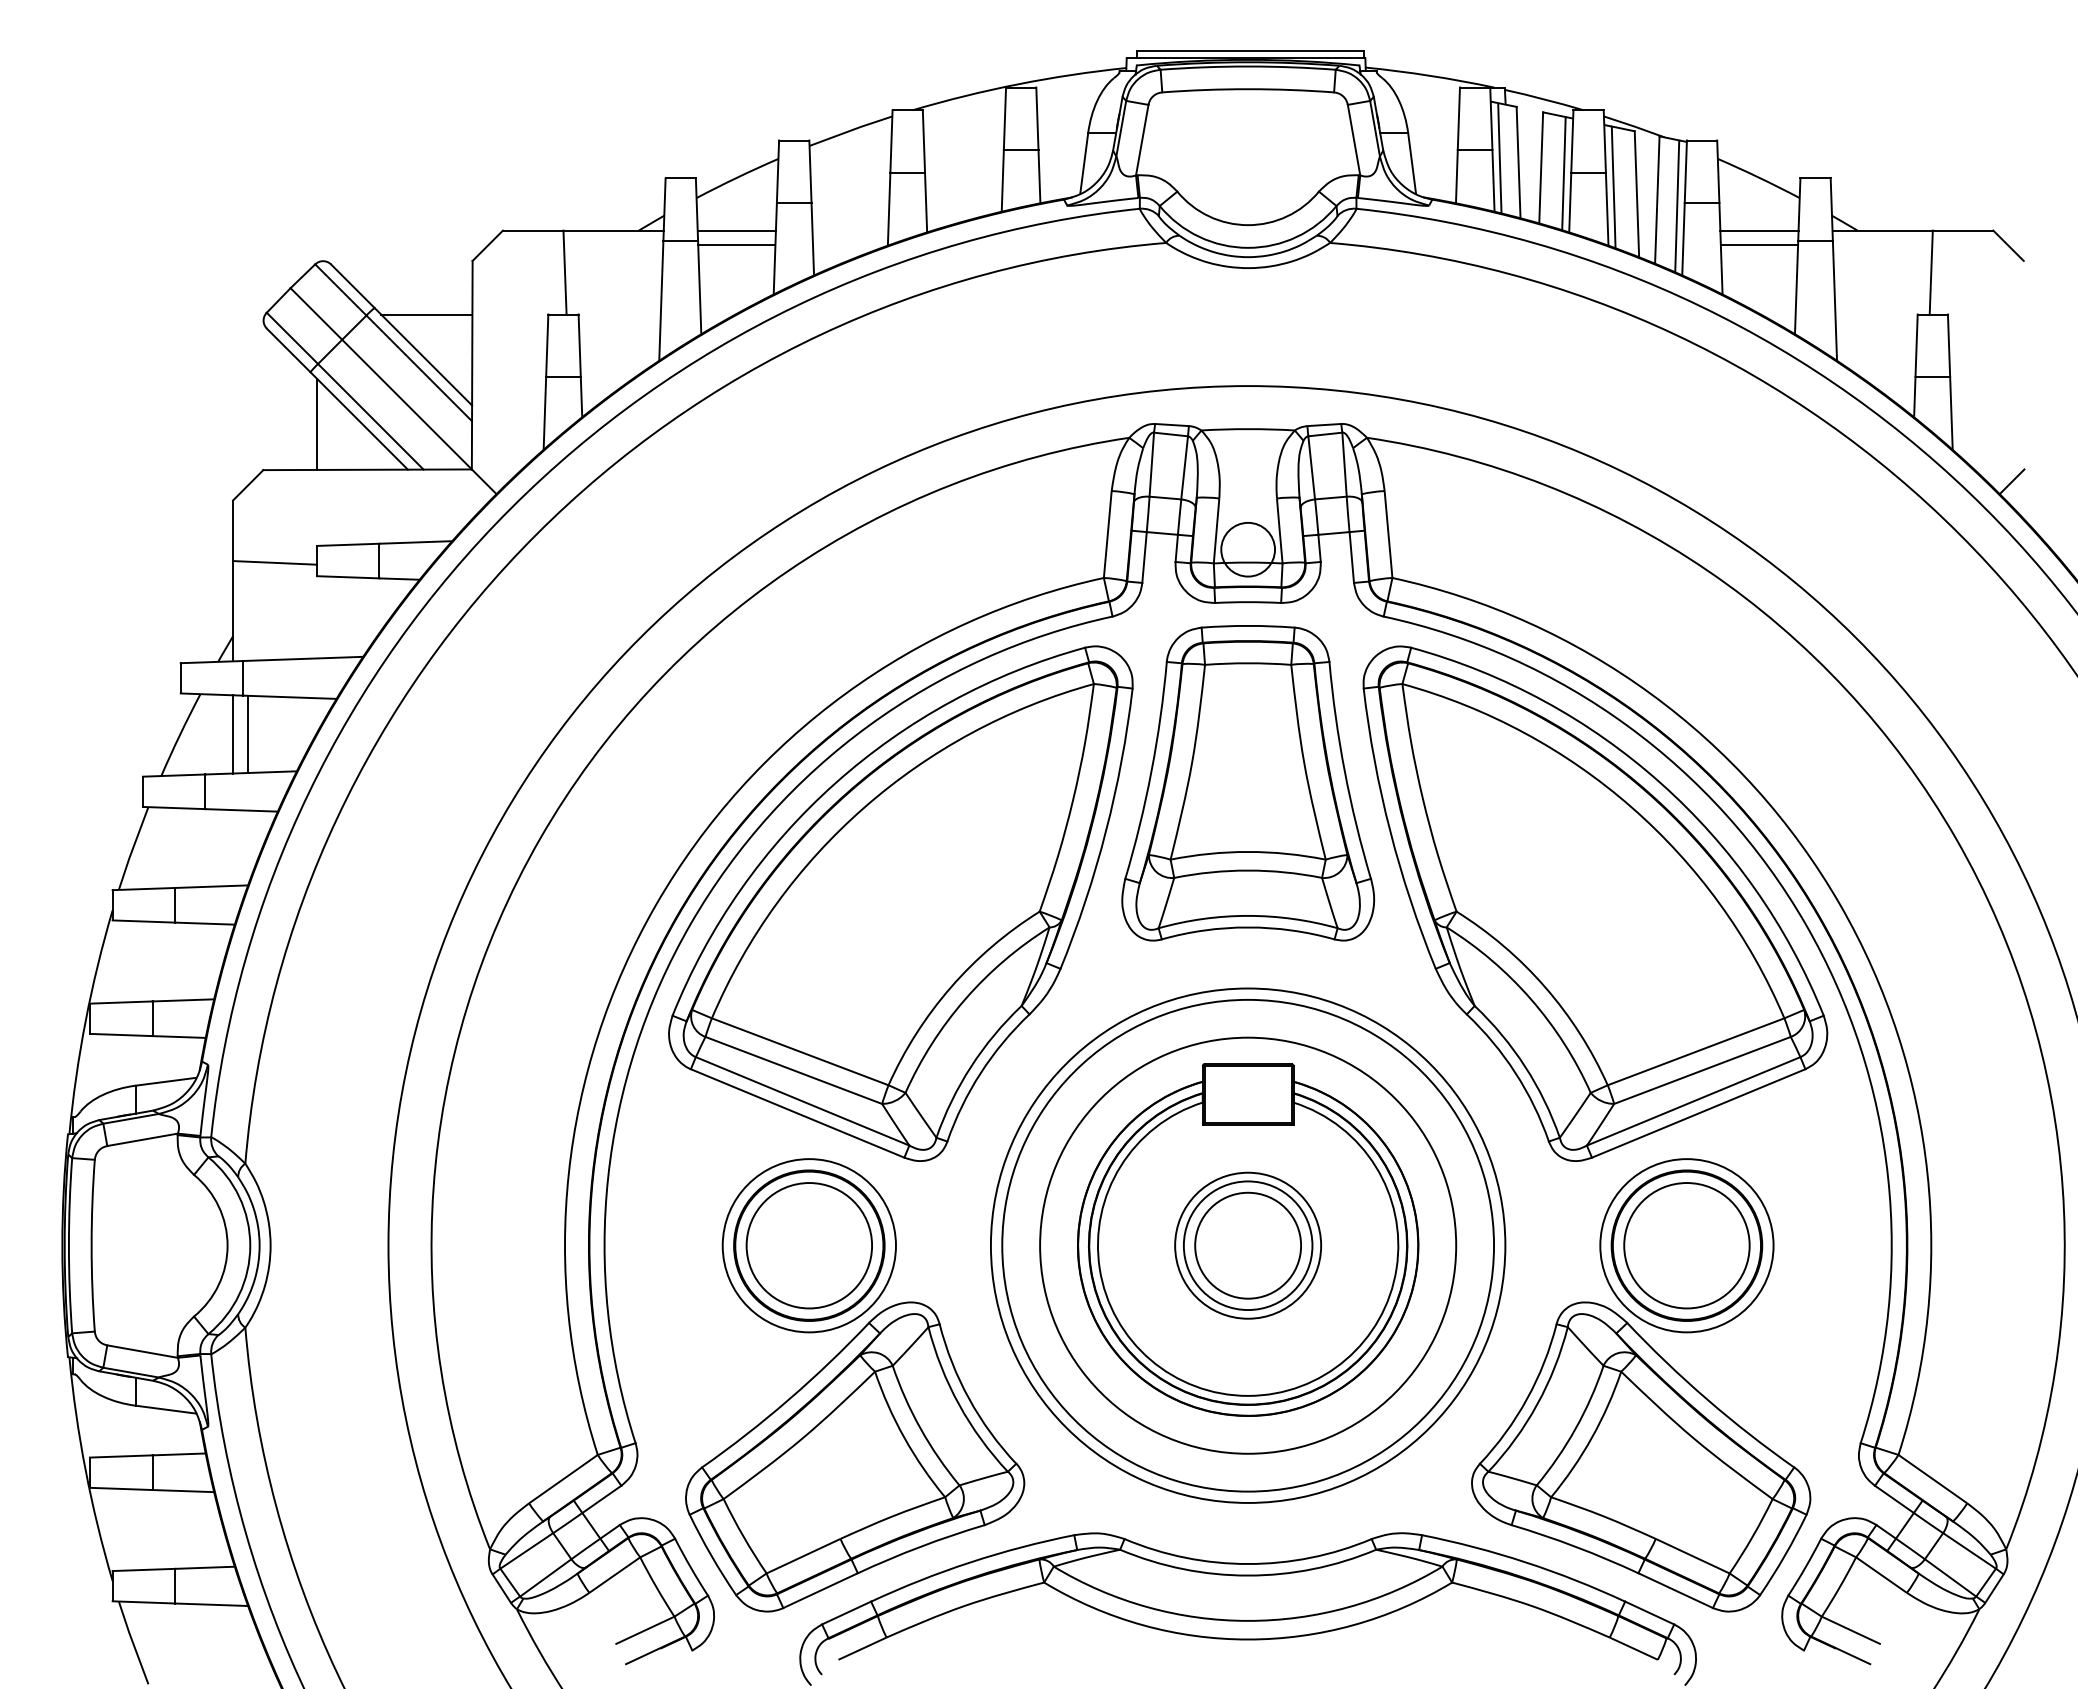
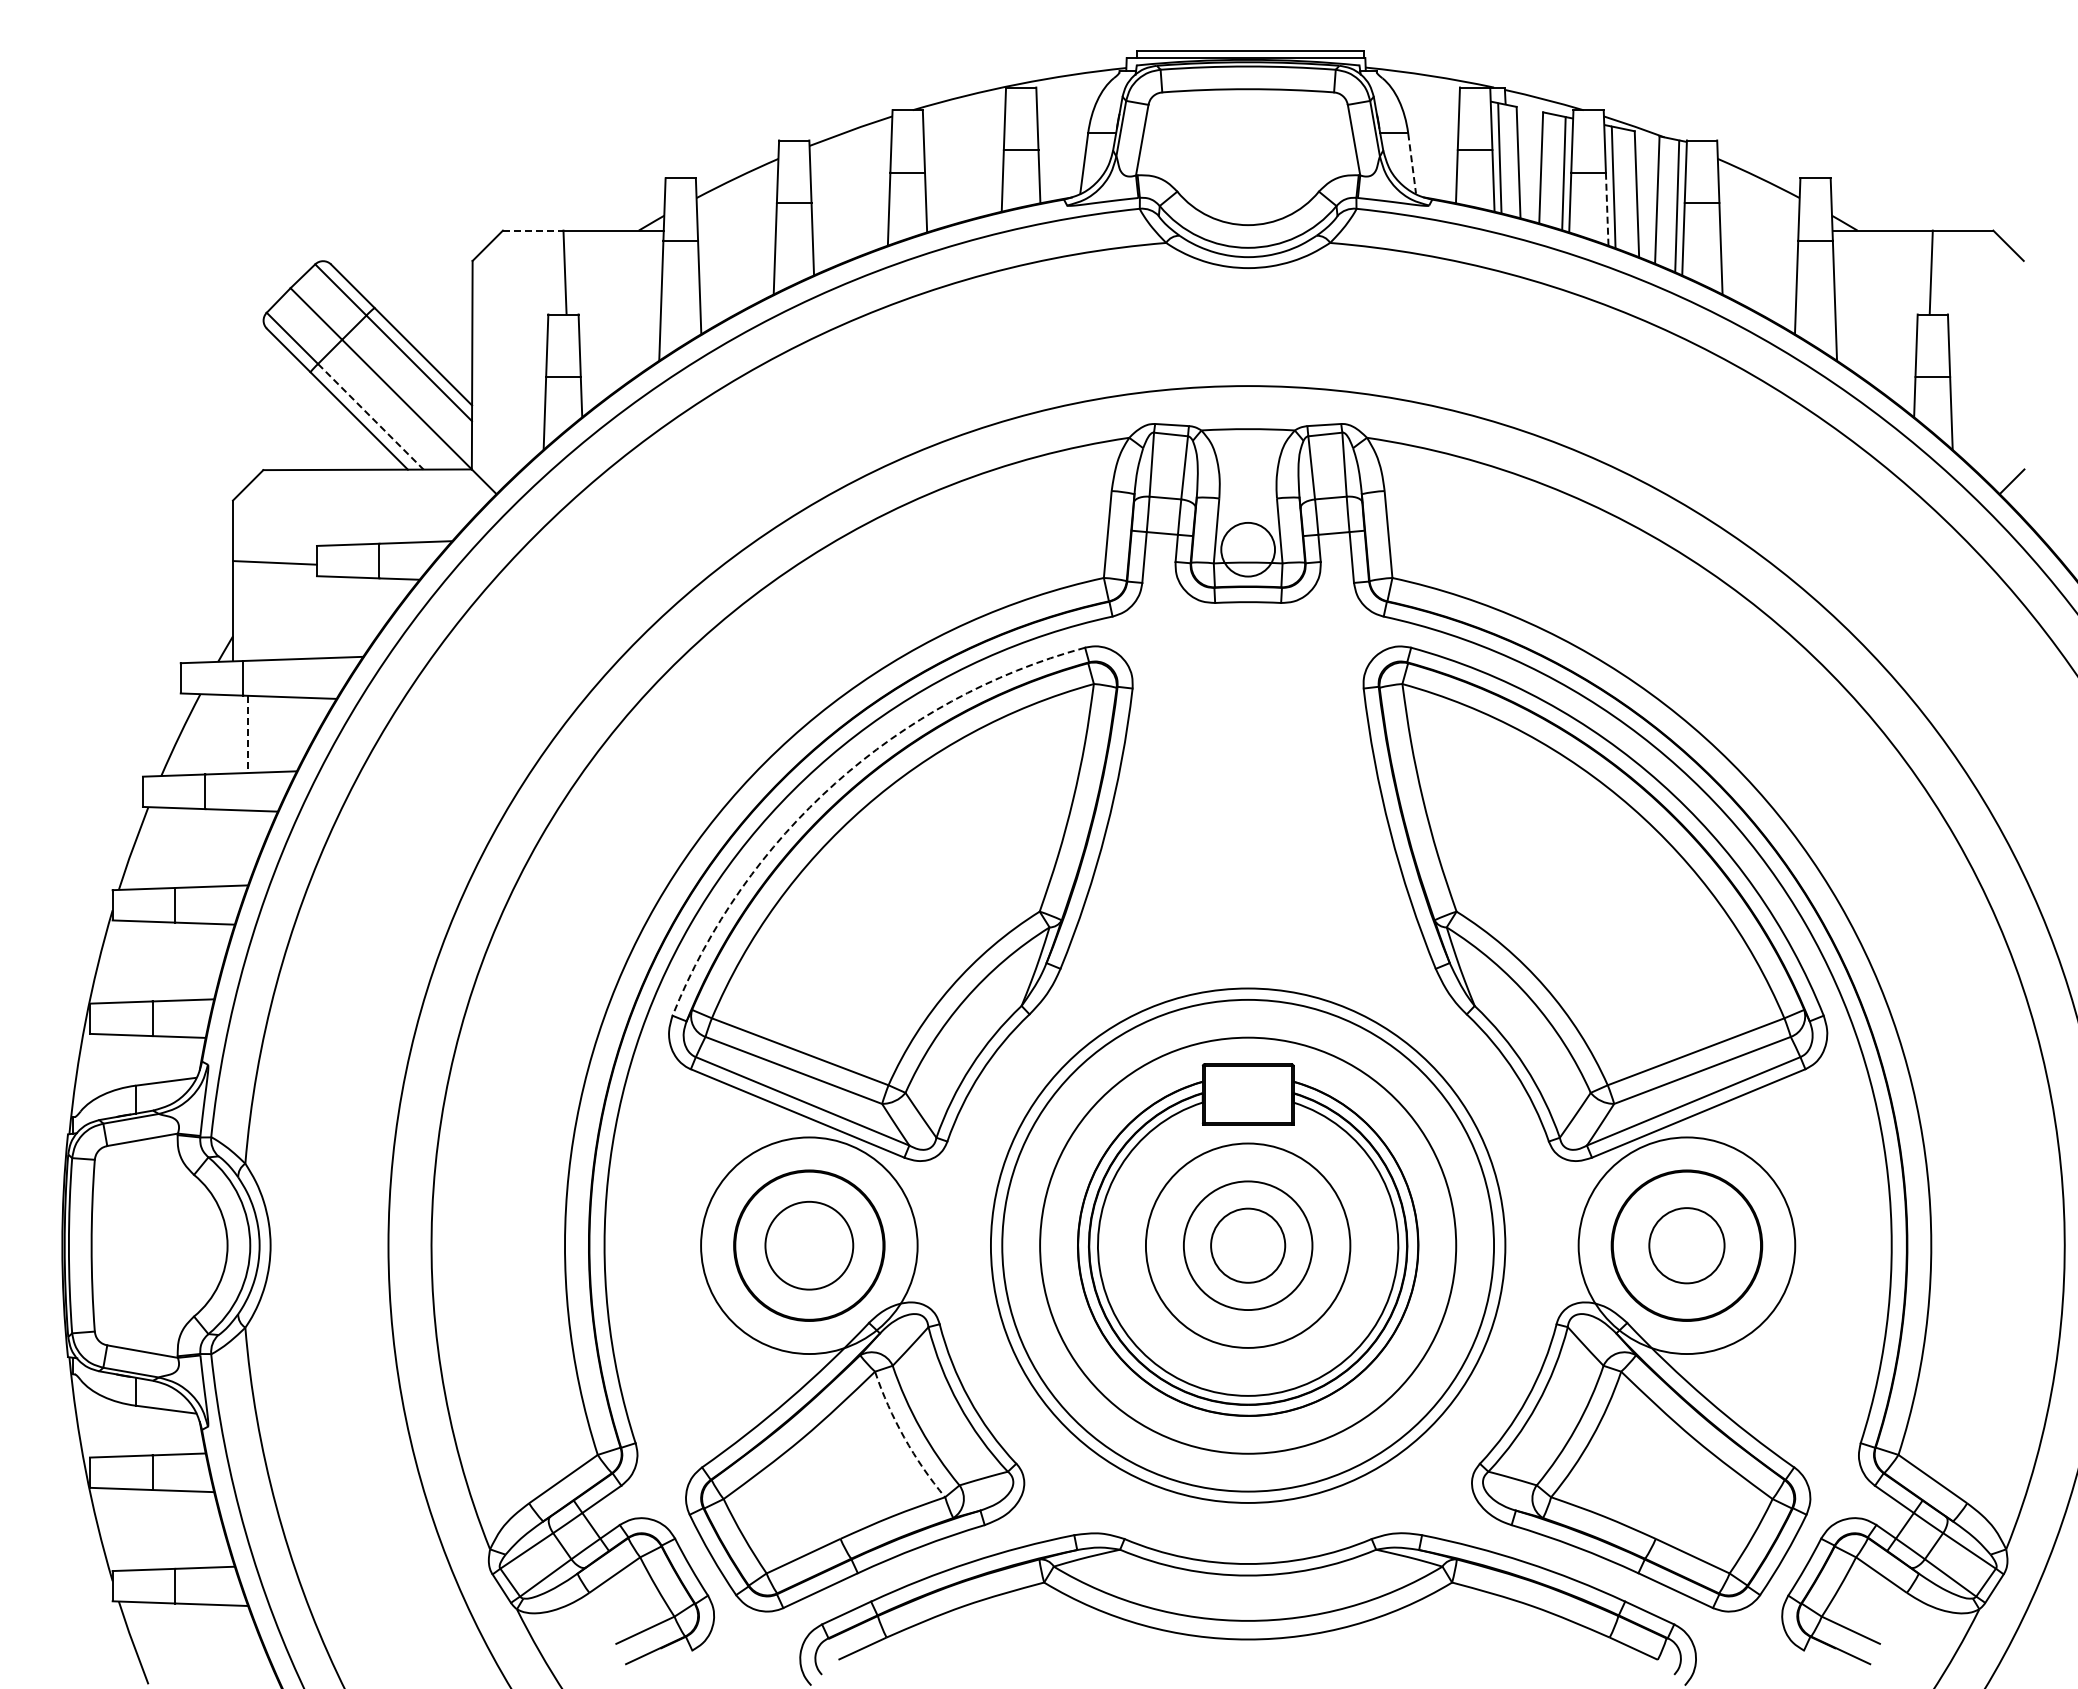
line at (1412, 164): solid -> dashed
line at (1607, 209): solid -> dashed
line at (533, 230): solid -> dashed
line at (736, 230): present -> none
line at (1759, 230): present -> none
line at (736, 245): present -> none
line at (1759, 245): present -> none
line at (426, 314): present -> none
line at (370, 416): solid -> dashed
line at (316, 423): present -> none
line at (233, 734): present -> none
line at (247, 734): solid -> dashed
arc at (835, 783): solid -> dashed
part at (1248, 783): present -> none
circle at (808, 1245) diameter: 173 px -> 217 px
circle at (809, 1245) diameter: 125 px -> 88 px
circle at (1248, 1245) diameter: 106 px -> 74 px
circle at (1248, 1245) diameter: 146 px -> 204 px
circle at (1686, 1245) diameter: 125 px -> 75 px
circle at (1686, 1245) diameter: 173 px -> 217 px
arc at (904, 1437): solid -> dashed
